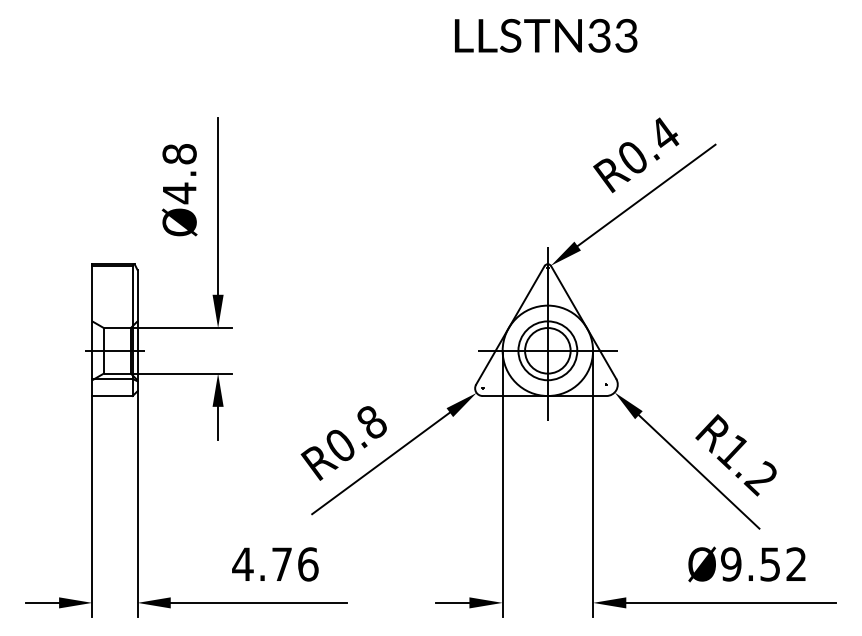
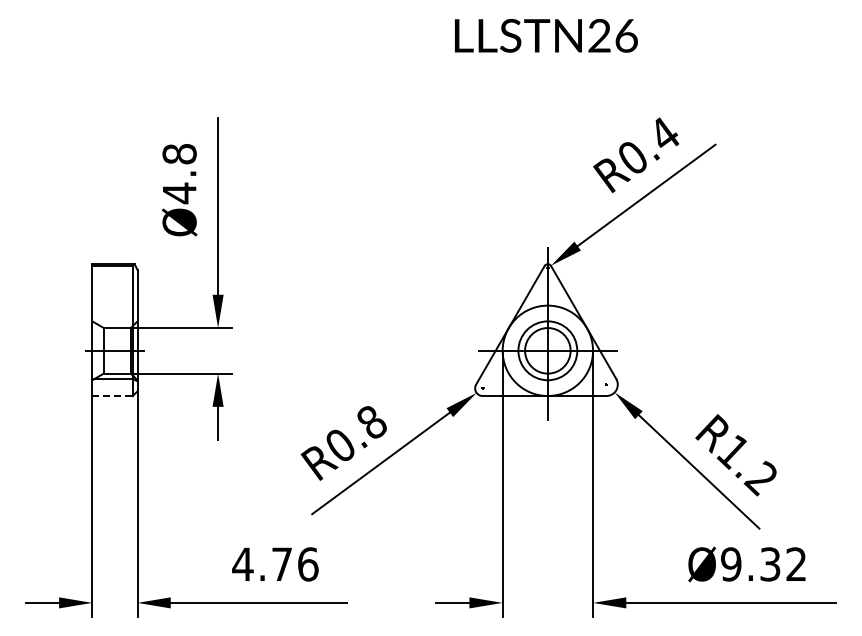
text at (612, 35): LLSTN33 -> LLSTN26
line at (113, 396): solid -> dashed
text at (770, 563): Ø9.52 -> Ø9.32
